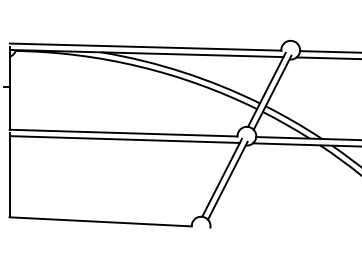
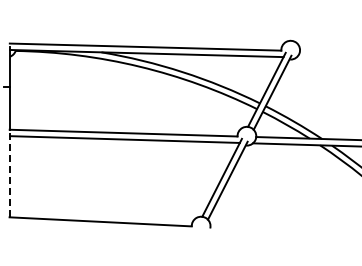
line at (329, 51): present -> none
line at (327, 58): present -> none
line at (10, 174): solid -> dashed
